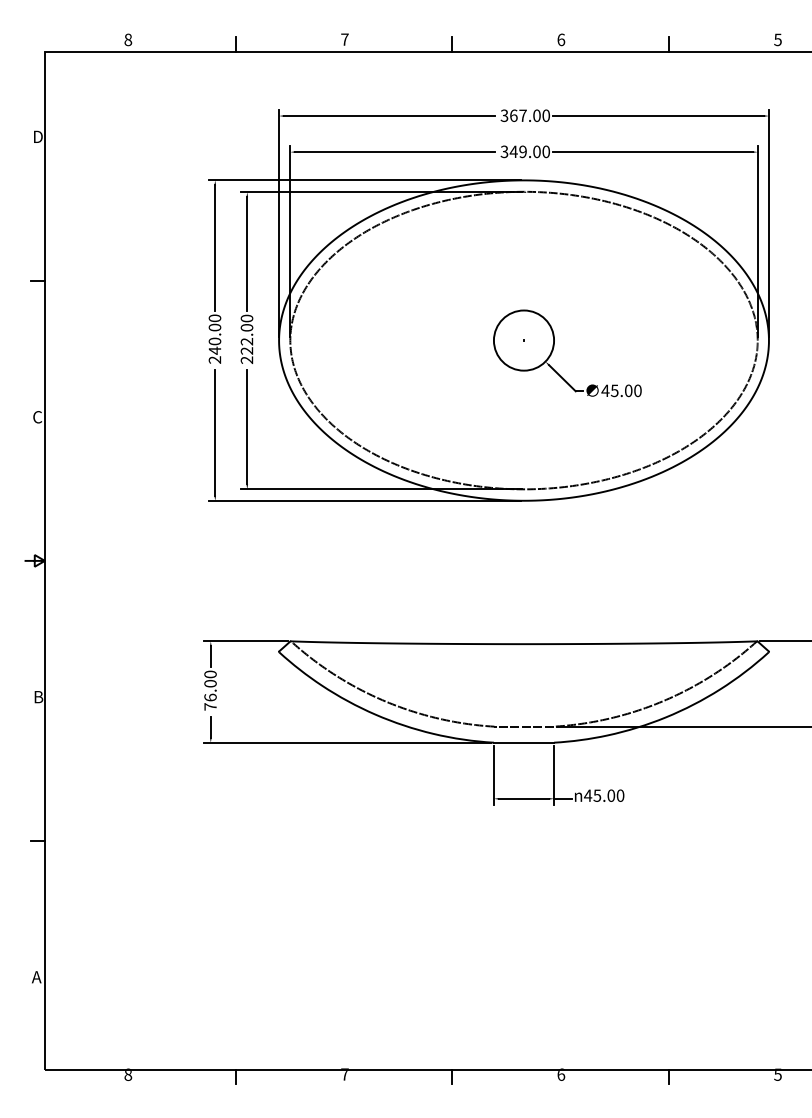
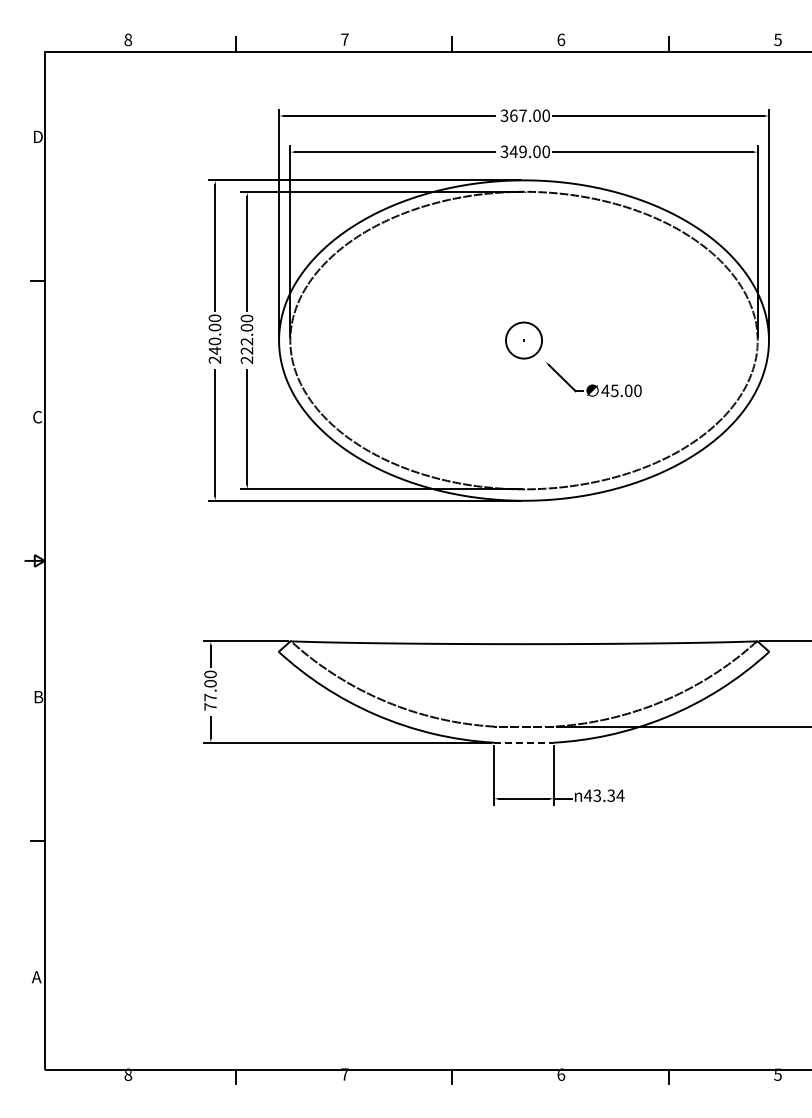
circle at (523, 340) diameter: 60 px -> 36 px
text at (210, 697): 76.00 -> 77.00
line at (524, 742): solid -> dashed
text at (609, 795): 45.00 -> 43.34
